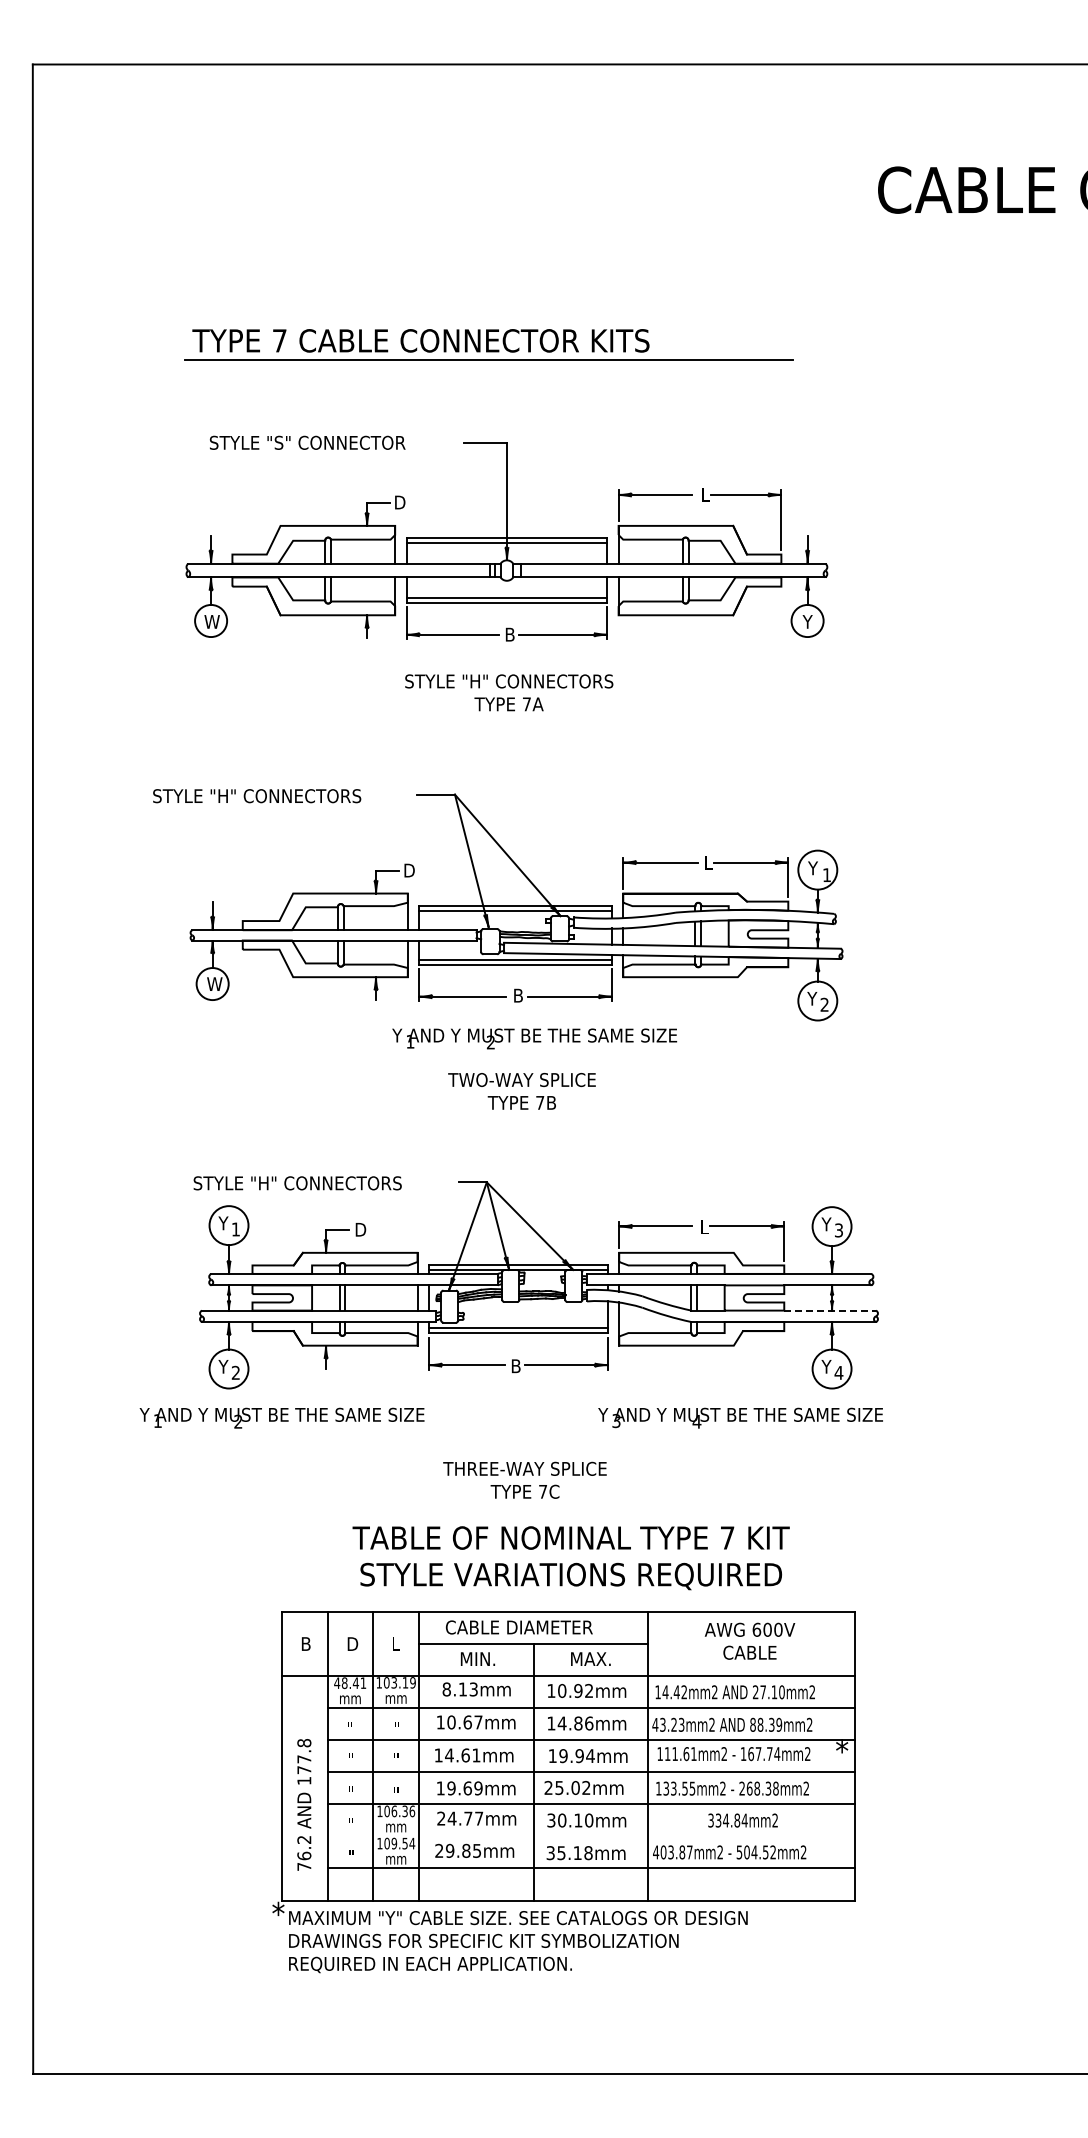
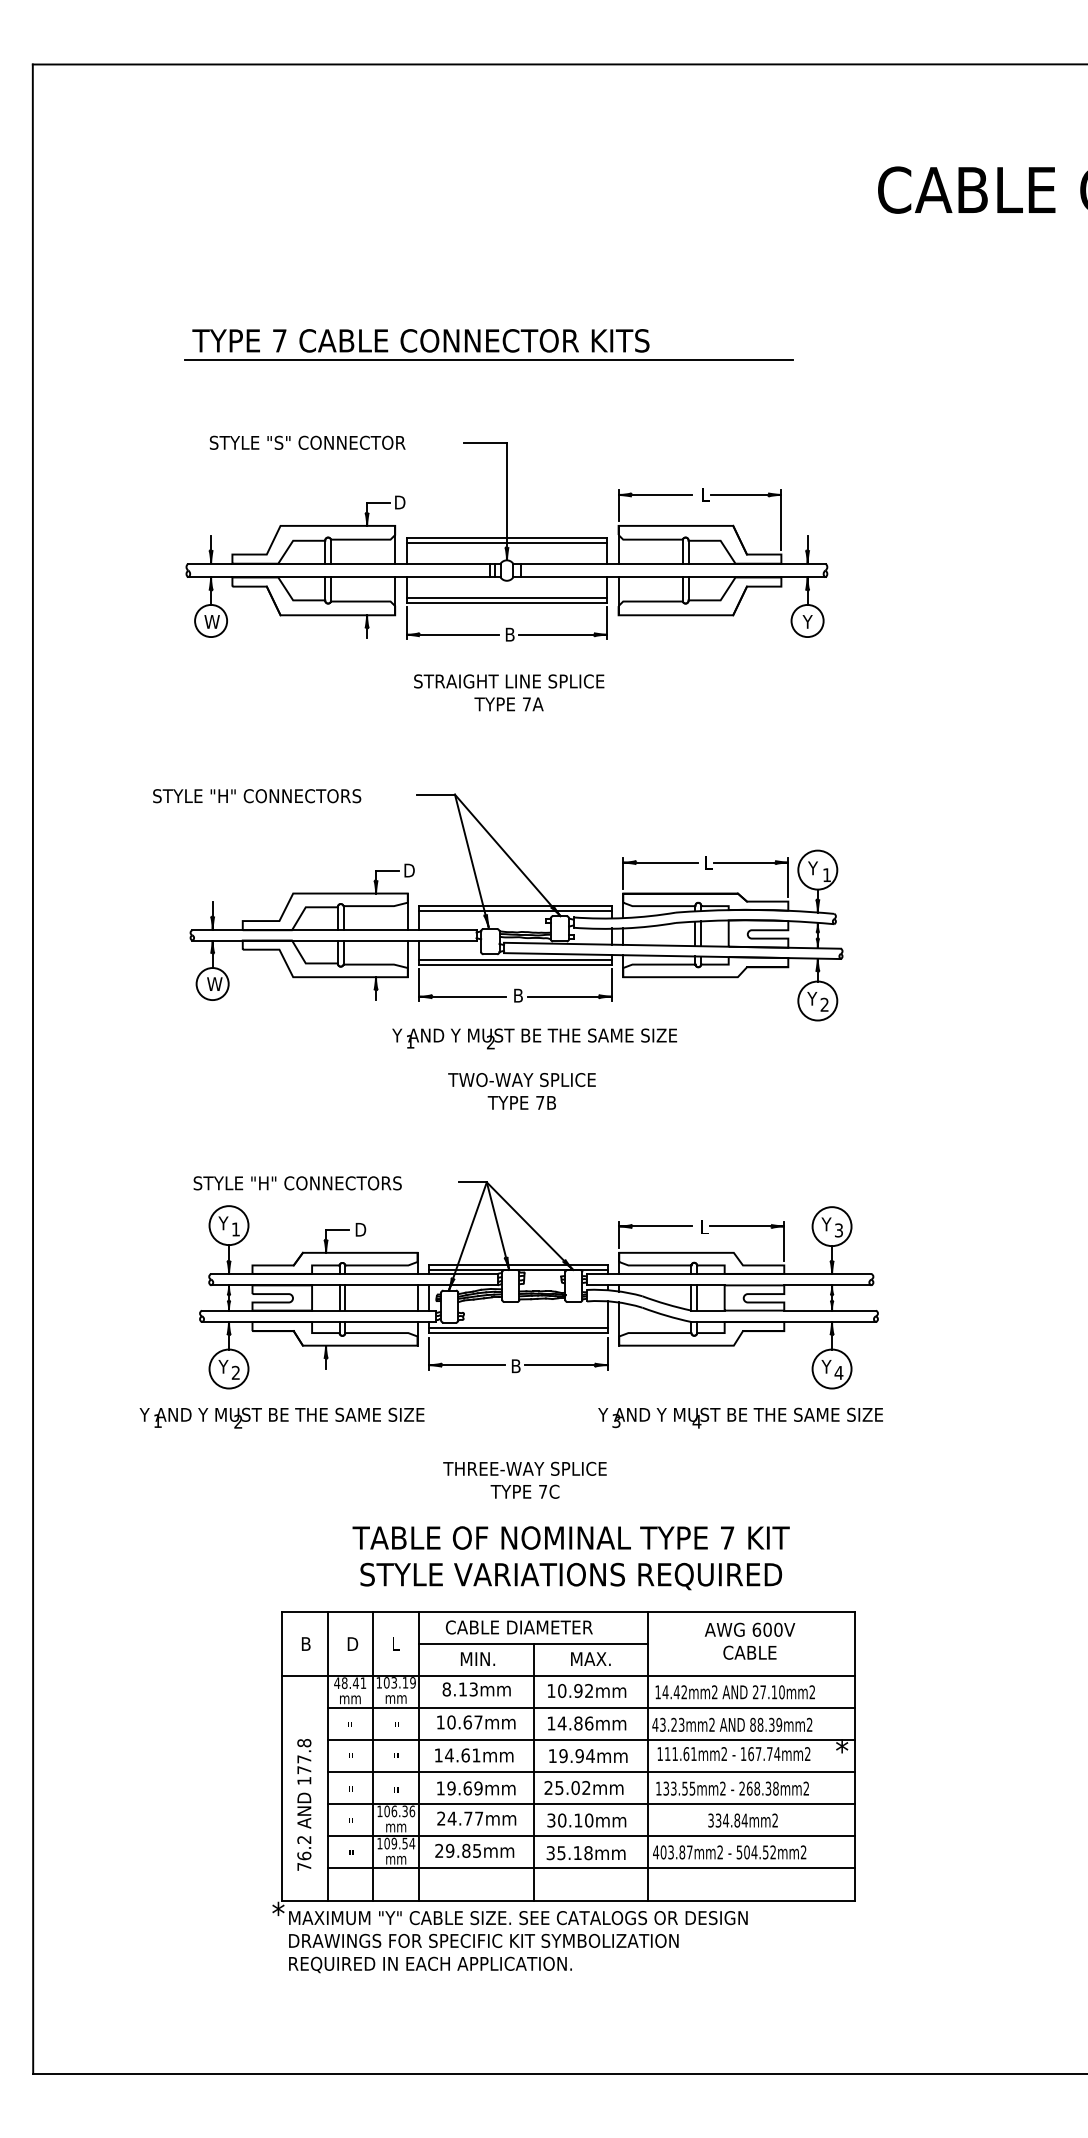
text at (509, 681): STYLE "H" CONNECTORS -> STRAIGHT LINE SPLICE
line at (830, 1310): dashed -> solid
line at (590, 1836): none -> present
